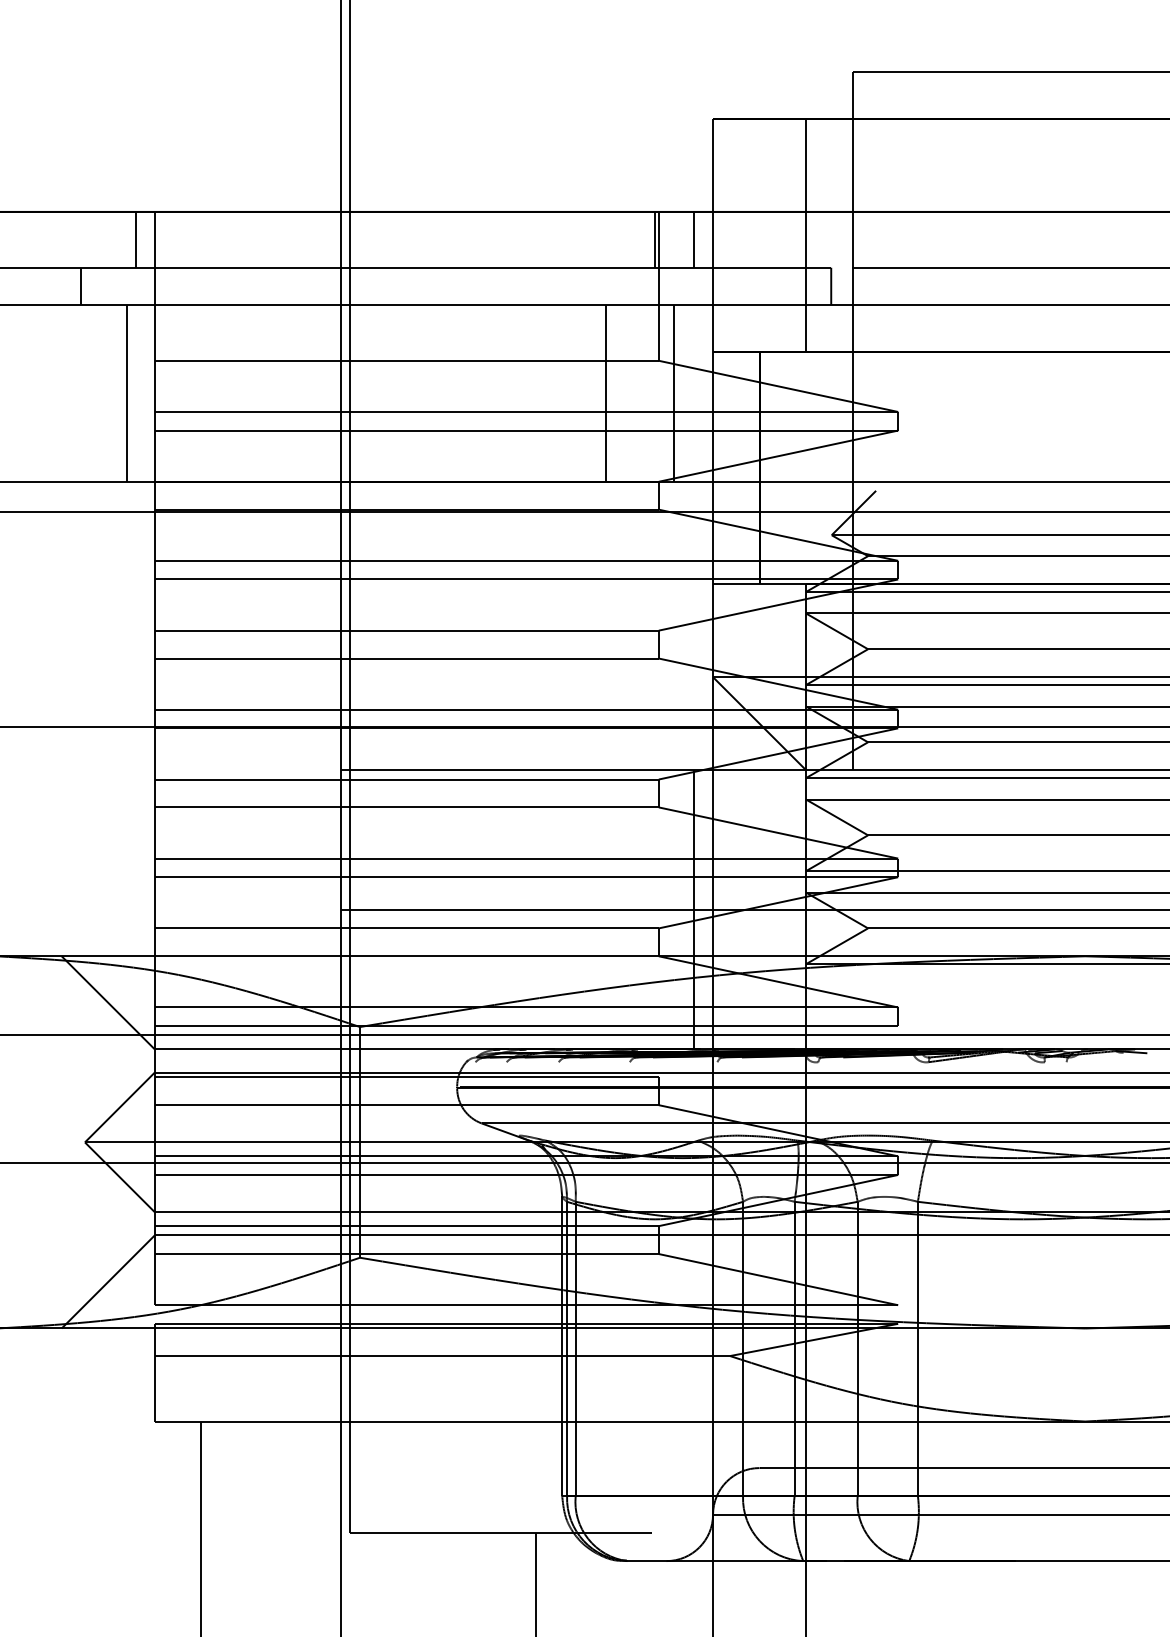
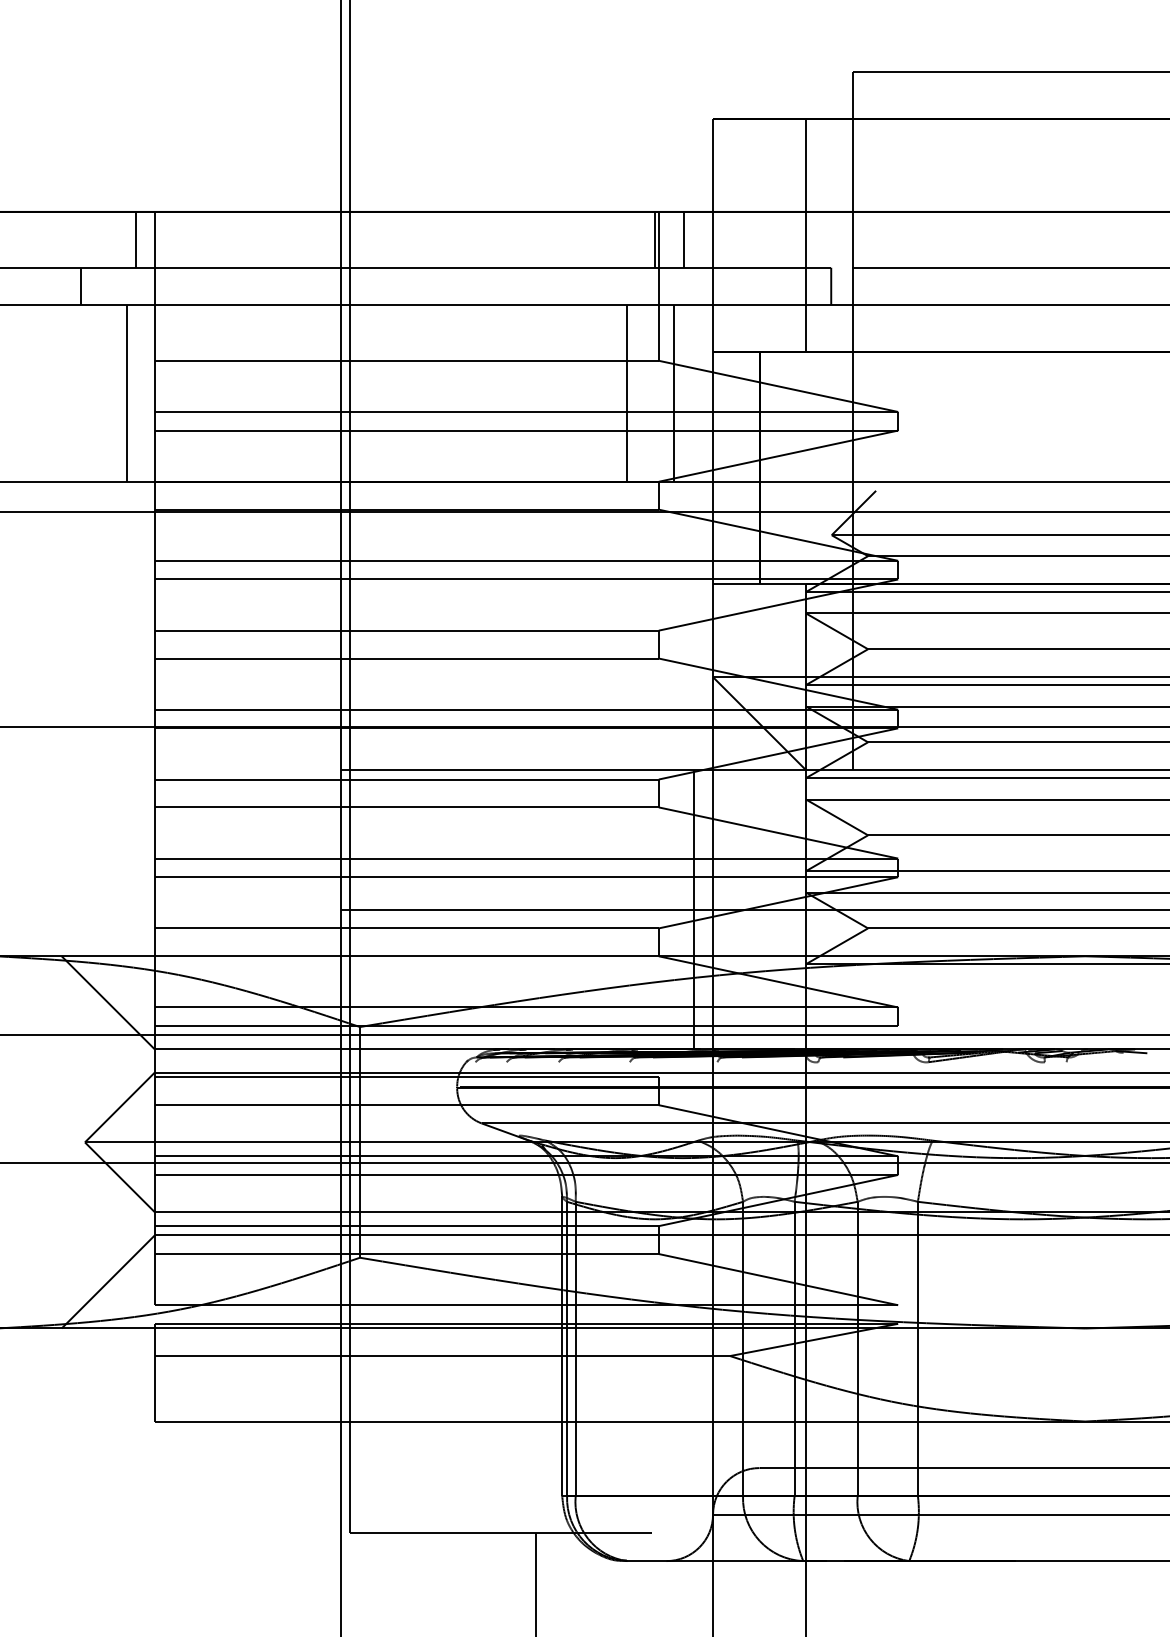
line at (694, 239) position: (694, 239) -> (684, 239)
line at (606, 392) position: (606, 392) -> (627, 392)
line at (201, 1527): present -> none
